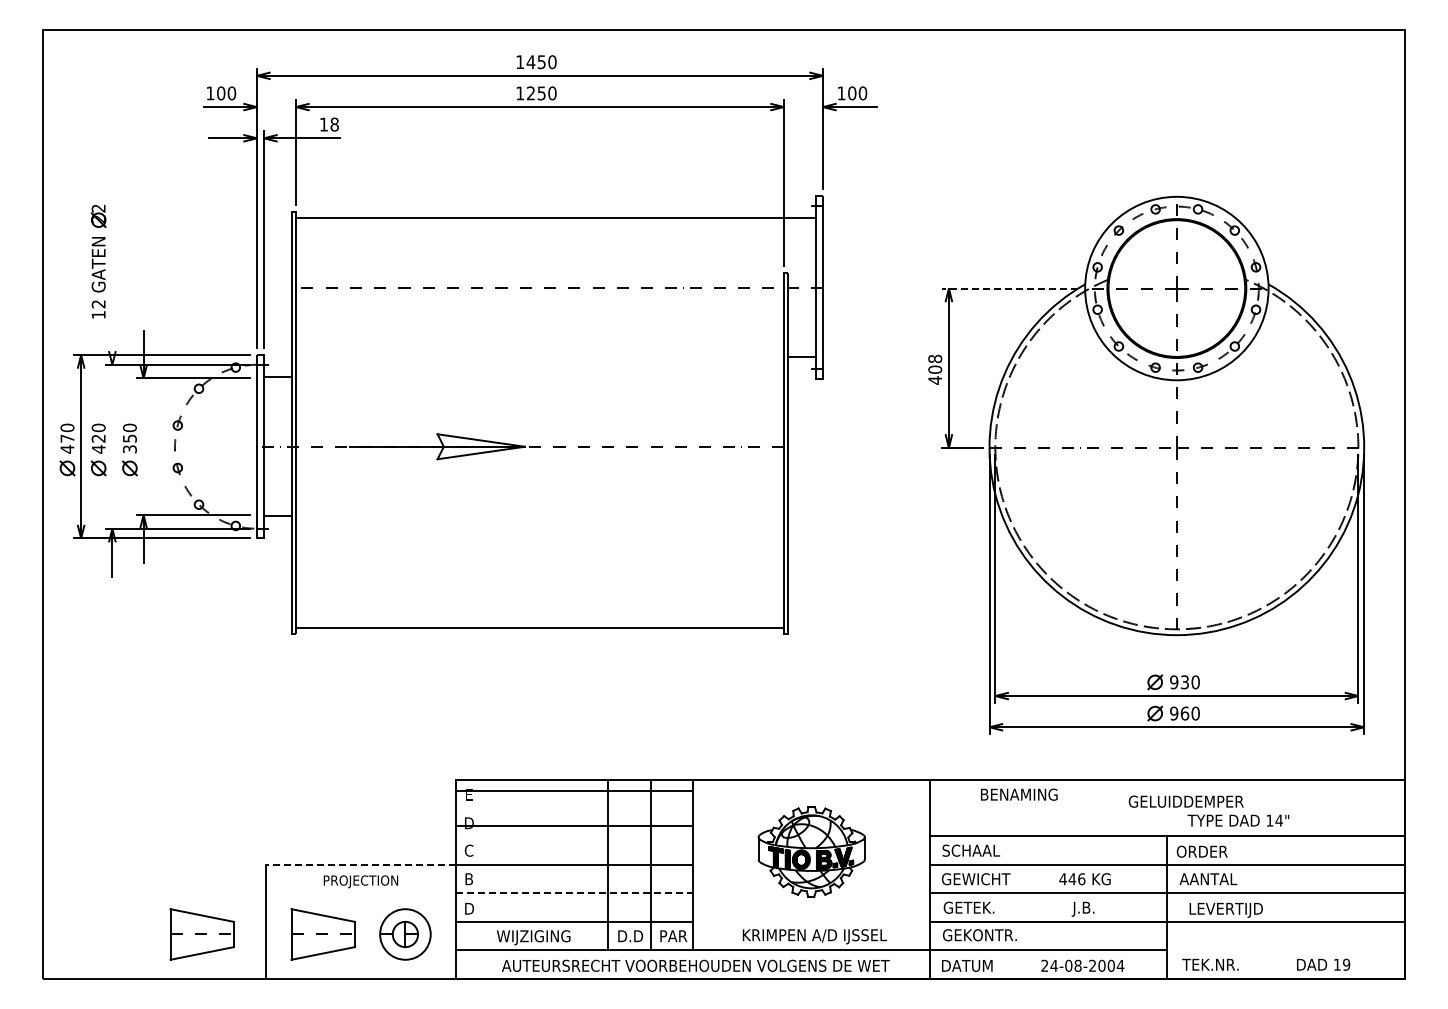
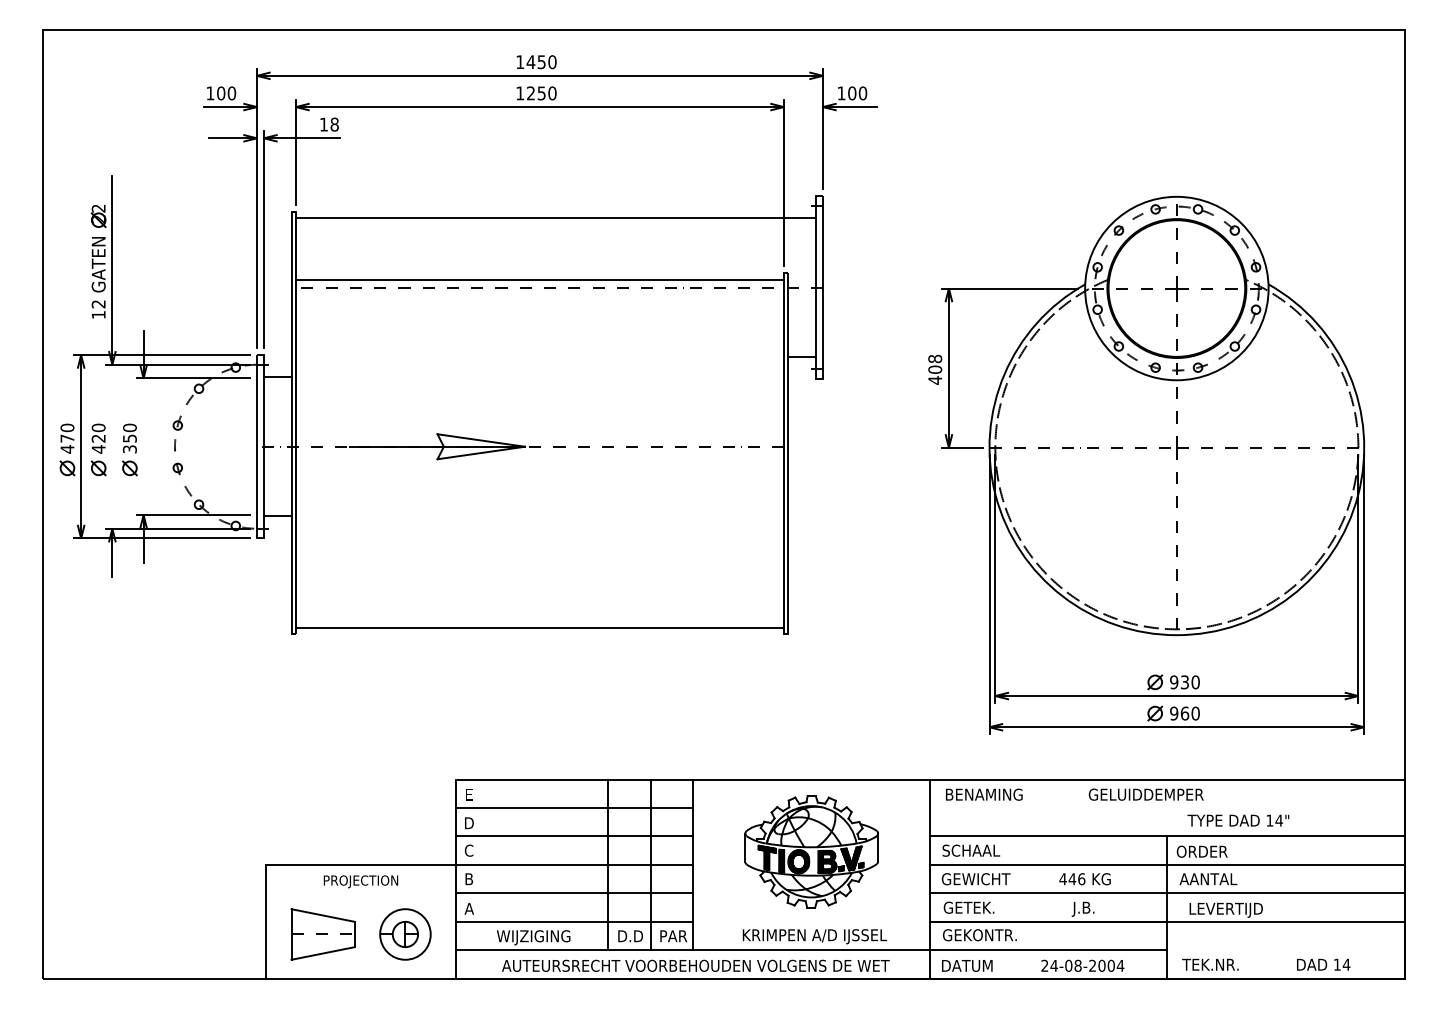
line at (112, 269): none -> present
line at (539, 279): none -> present
line at (1009, 288): dashed -> solid
line at (574, 791) position: (574, 791) -> (574, 808)
text at (1019, 794) position: (1019, 794) -> (984, 794)
text at (1185, 801) position: (1185, 801) -> (1145, 794)
line at (574, 826) position: (574, 826) -> (574, 836)
part at (811, 851) size: 109x92 px -> 135x114 px
line at (361, 864): dashed -> solid
line at (574, 893): dashed -> solid
text at (468, 908): D -> A
part at (201, 934): present -> none
text at (1346, 964): 19 -> 14
